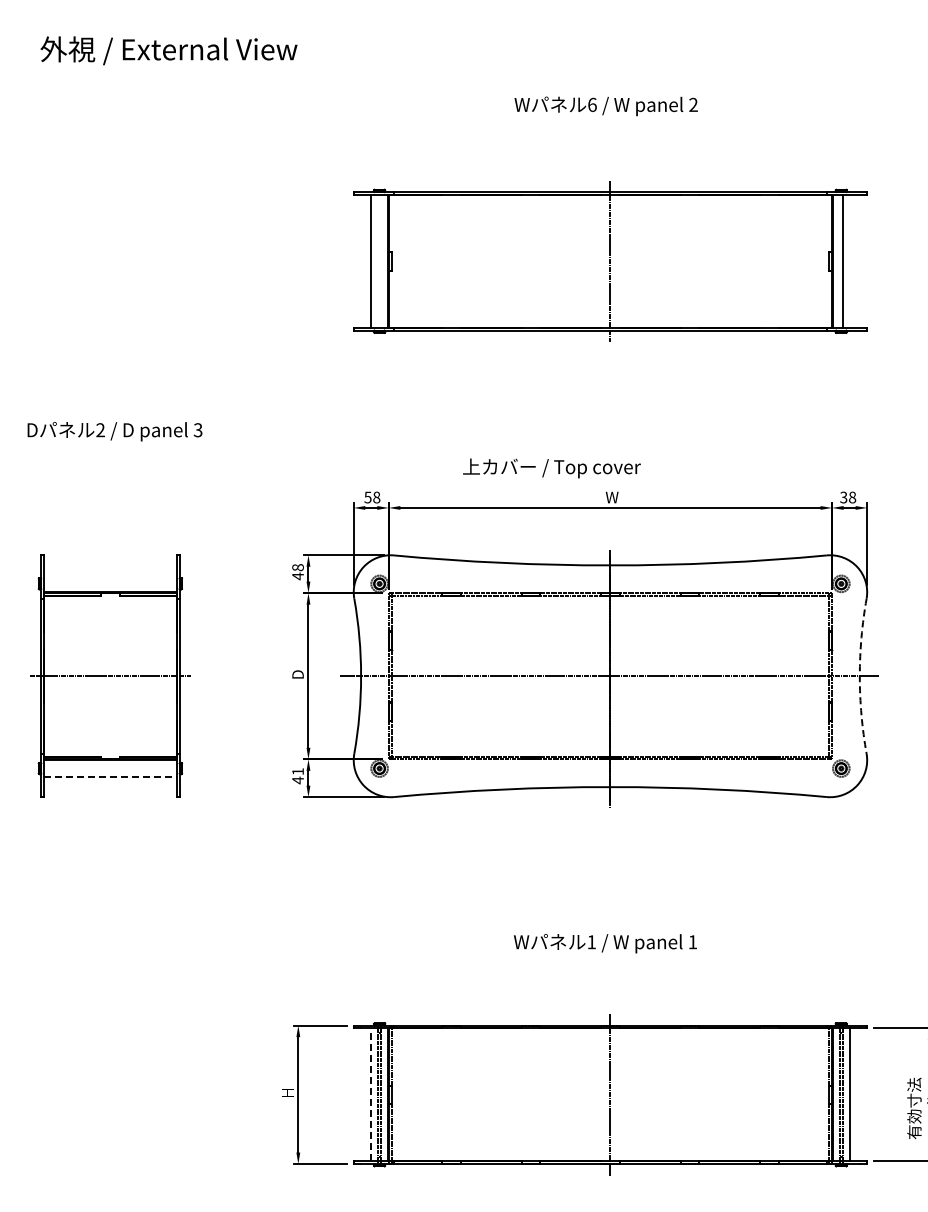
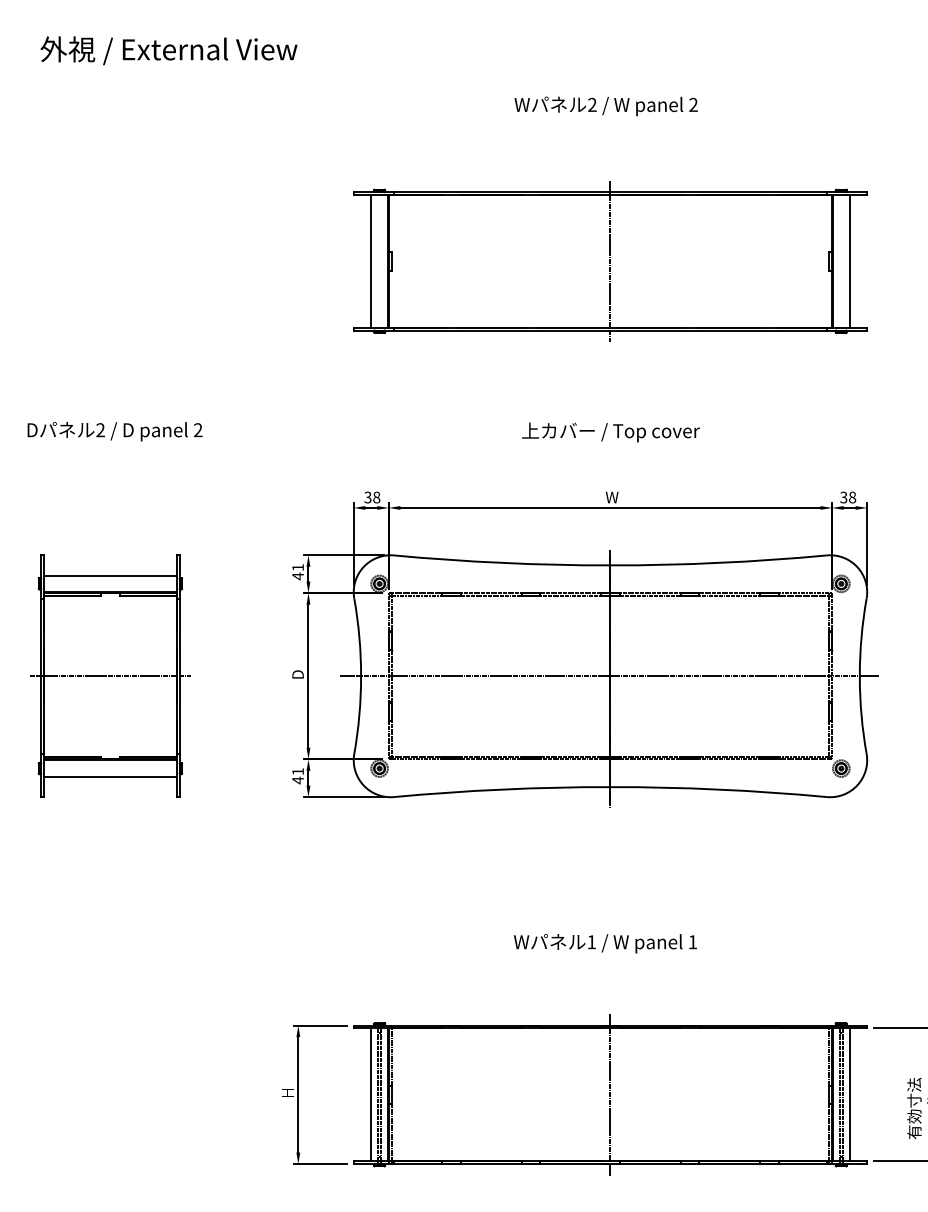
text at (592, 104): 6 -> 2
line at (842, 260) position: (842, 260) -> (849, 260)
text at (197, 430): 3 -> 2
text at (551, 468) position: (551, 468) -> (610, 432)
text at (368, 496): 58 -> 38
text at (297, 567): 48 -> 41
line at (109, 575): none -> present
arc at (859, 676): dashed -> solid
line at (110, 776): dashed -> solid
line at (371, 1094): dashed -> solid
